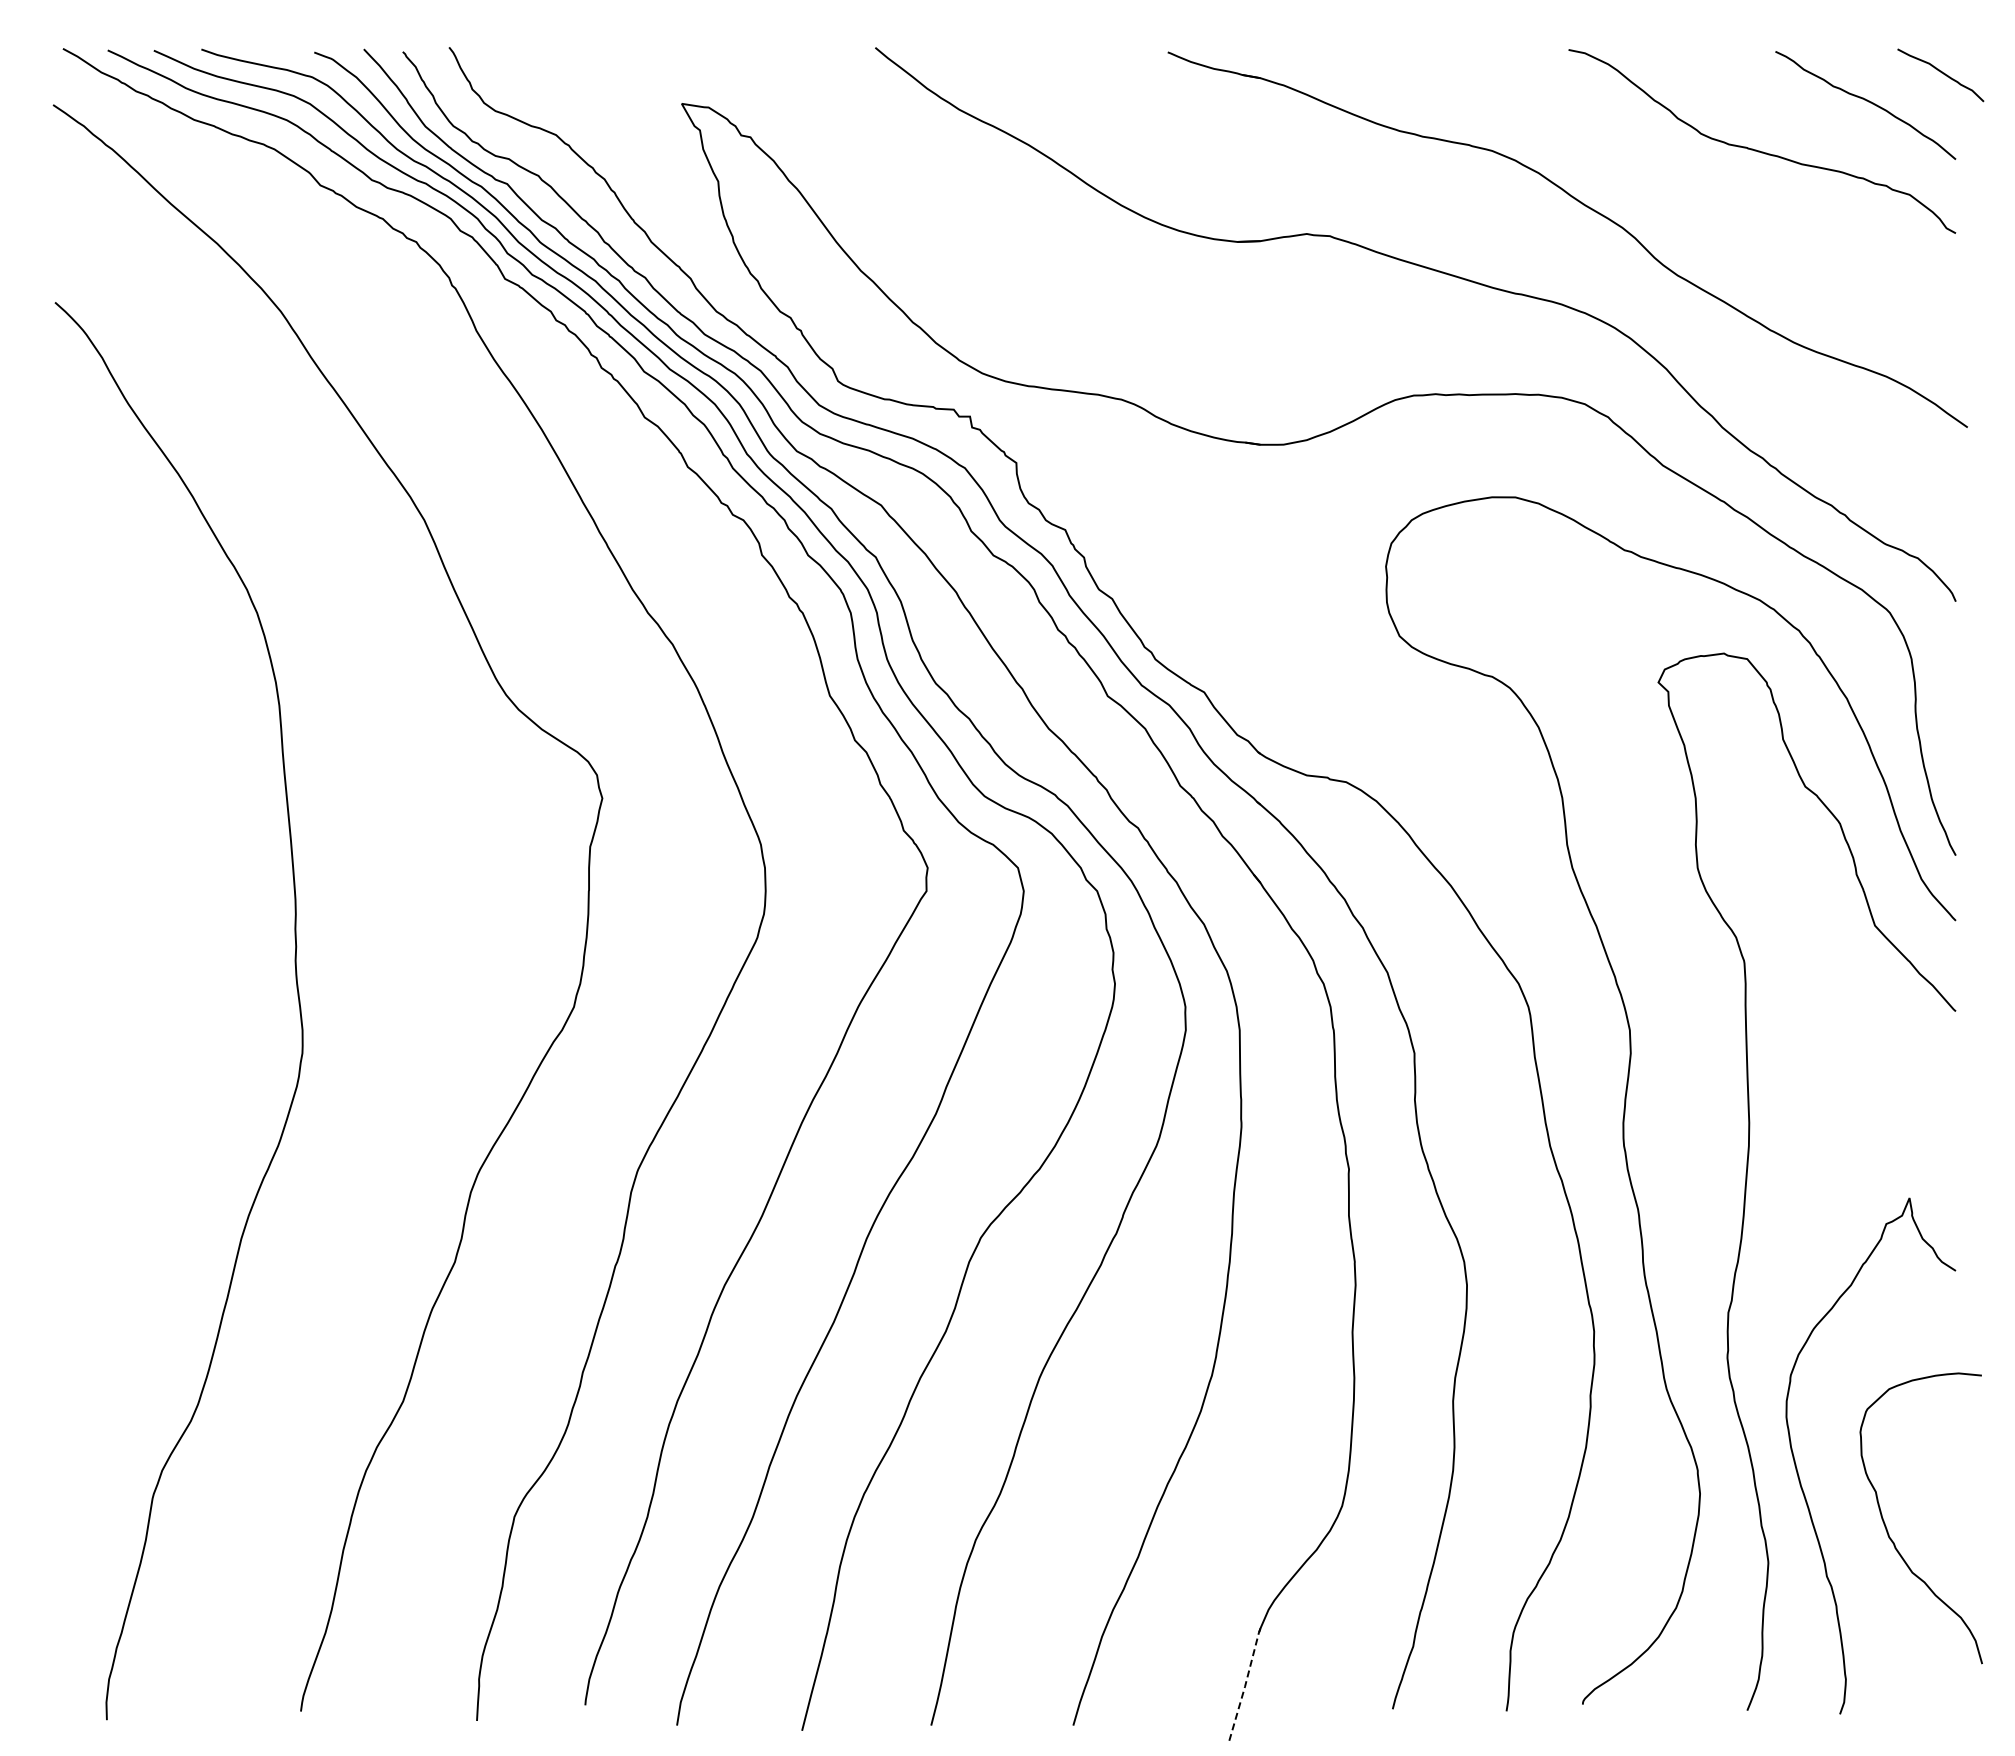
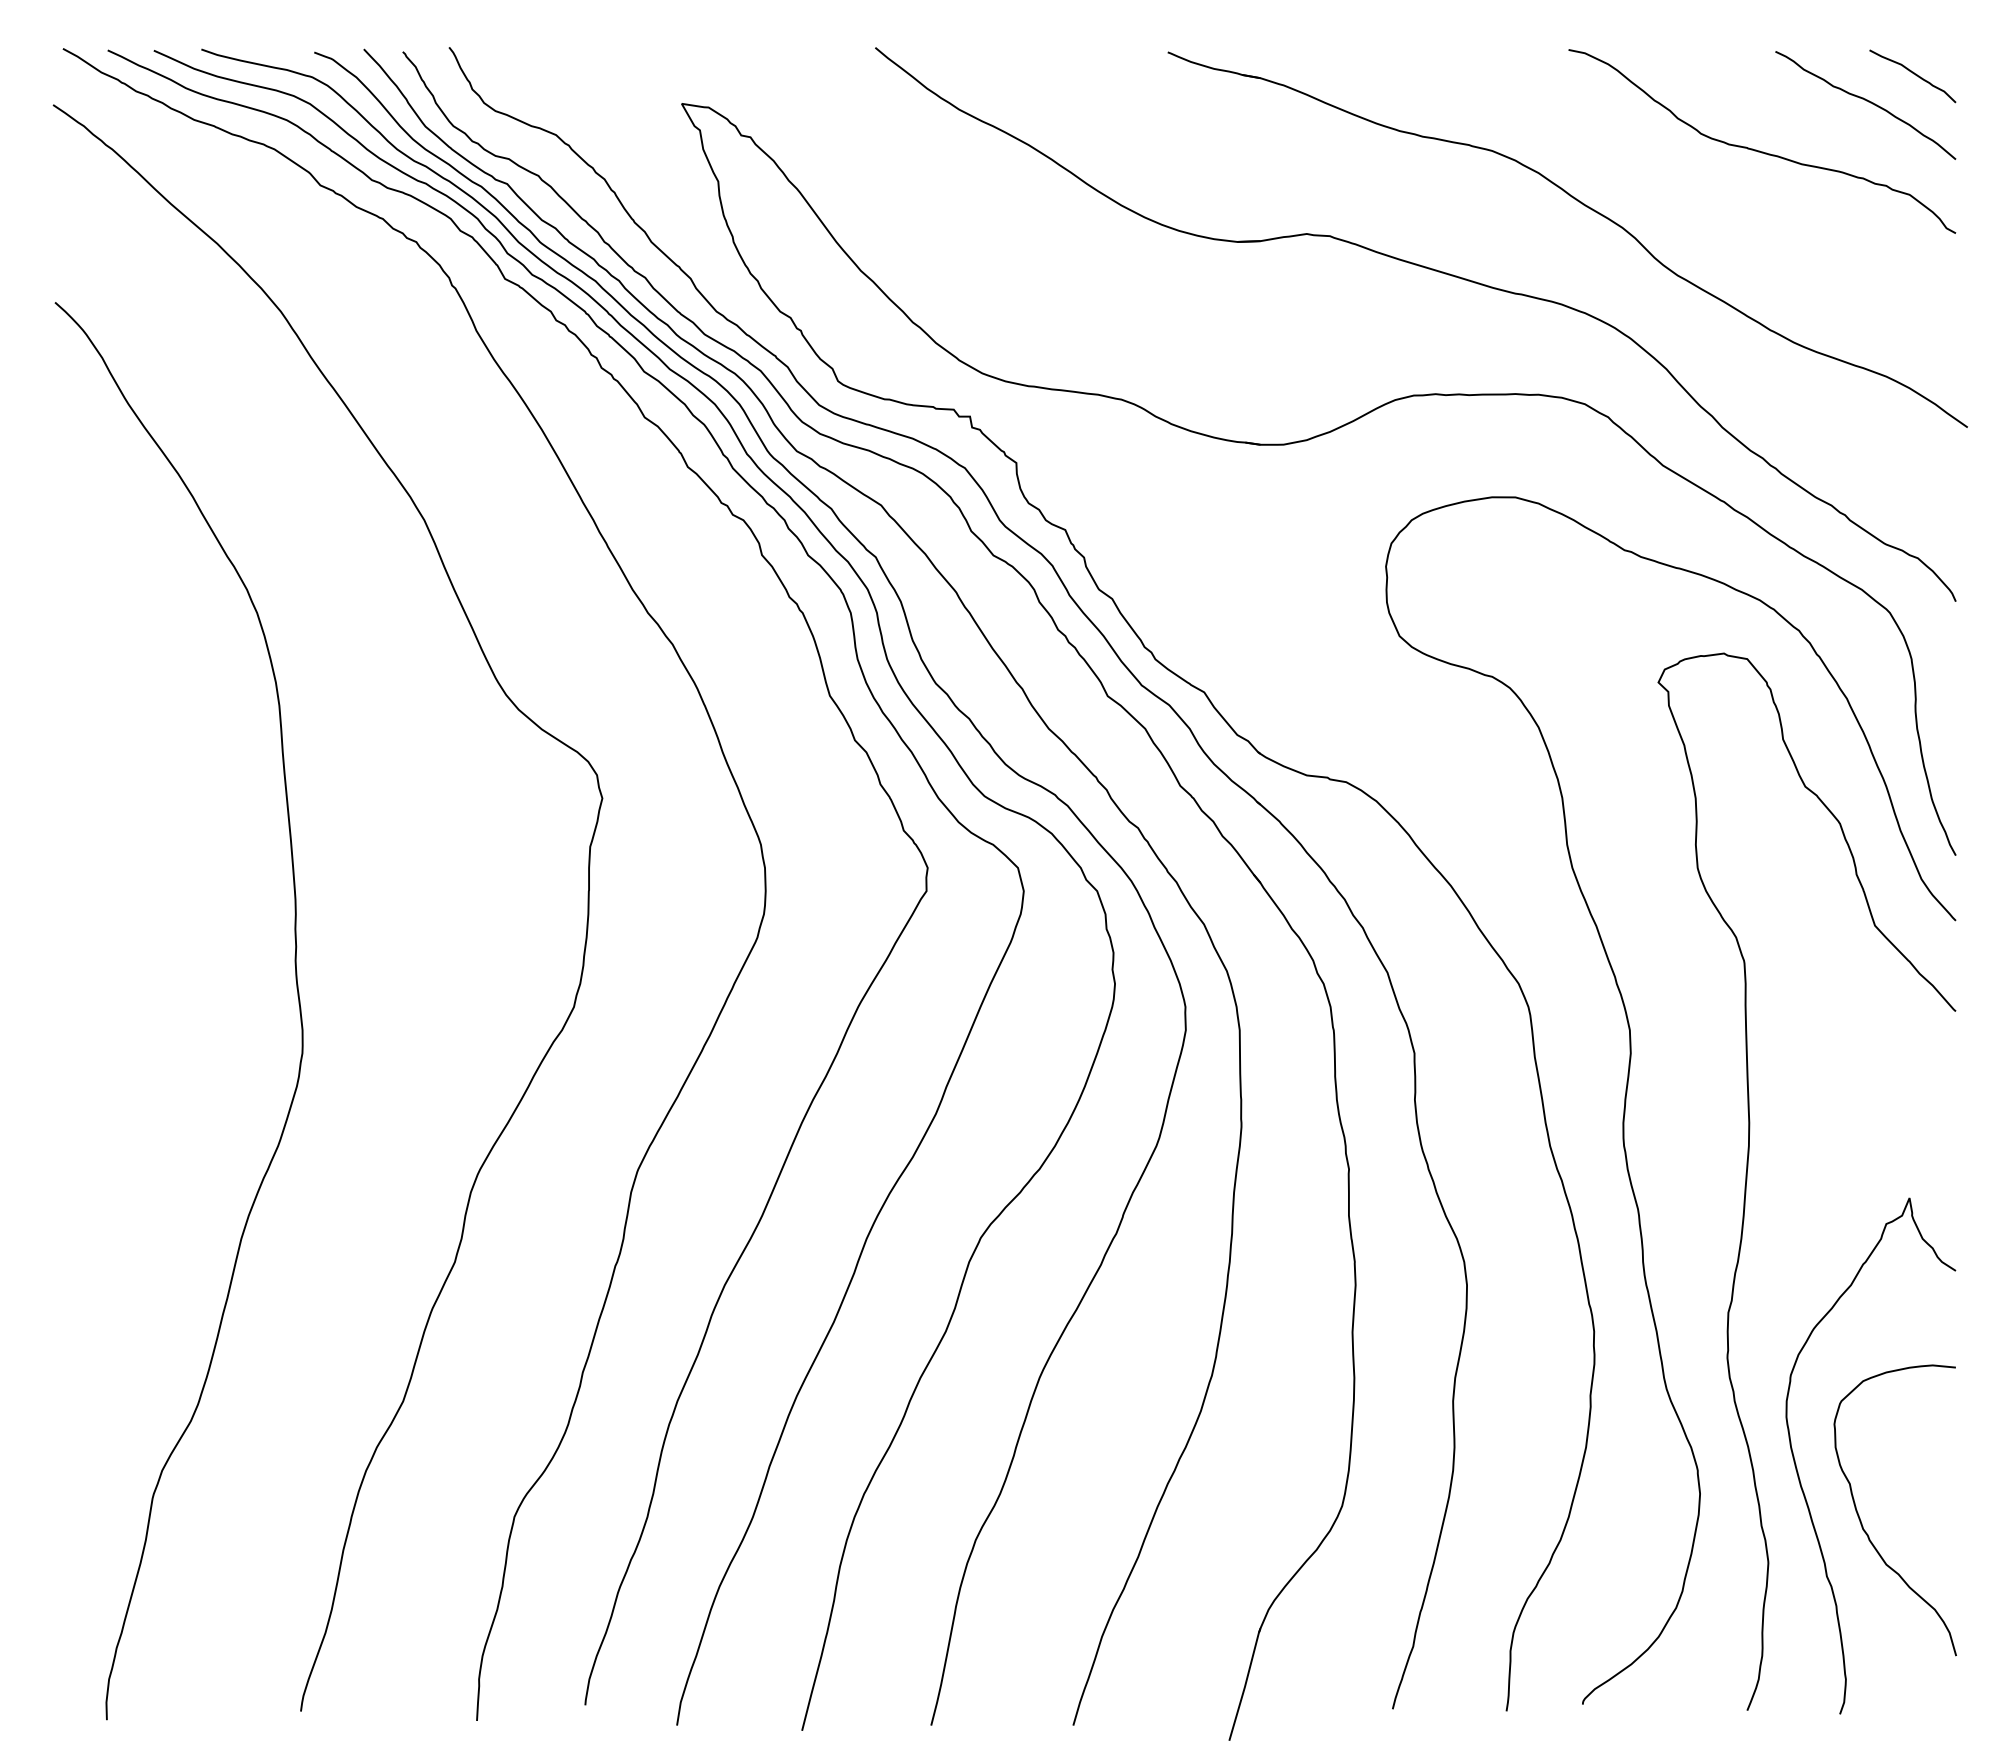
curve at (1941, 73) position: (1941, 73) -> (1913, 74)
curve at (1887, 1528) position: (1887, 1528) -> (1861, 1520)
line at (1245, 1684): dashed -> solid
